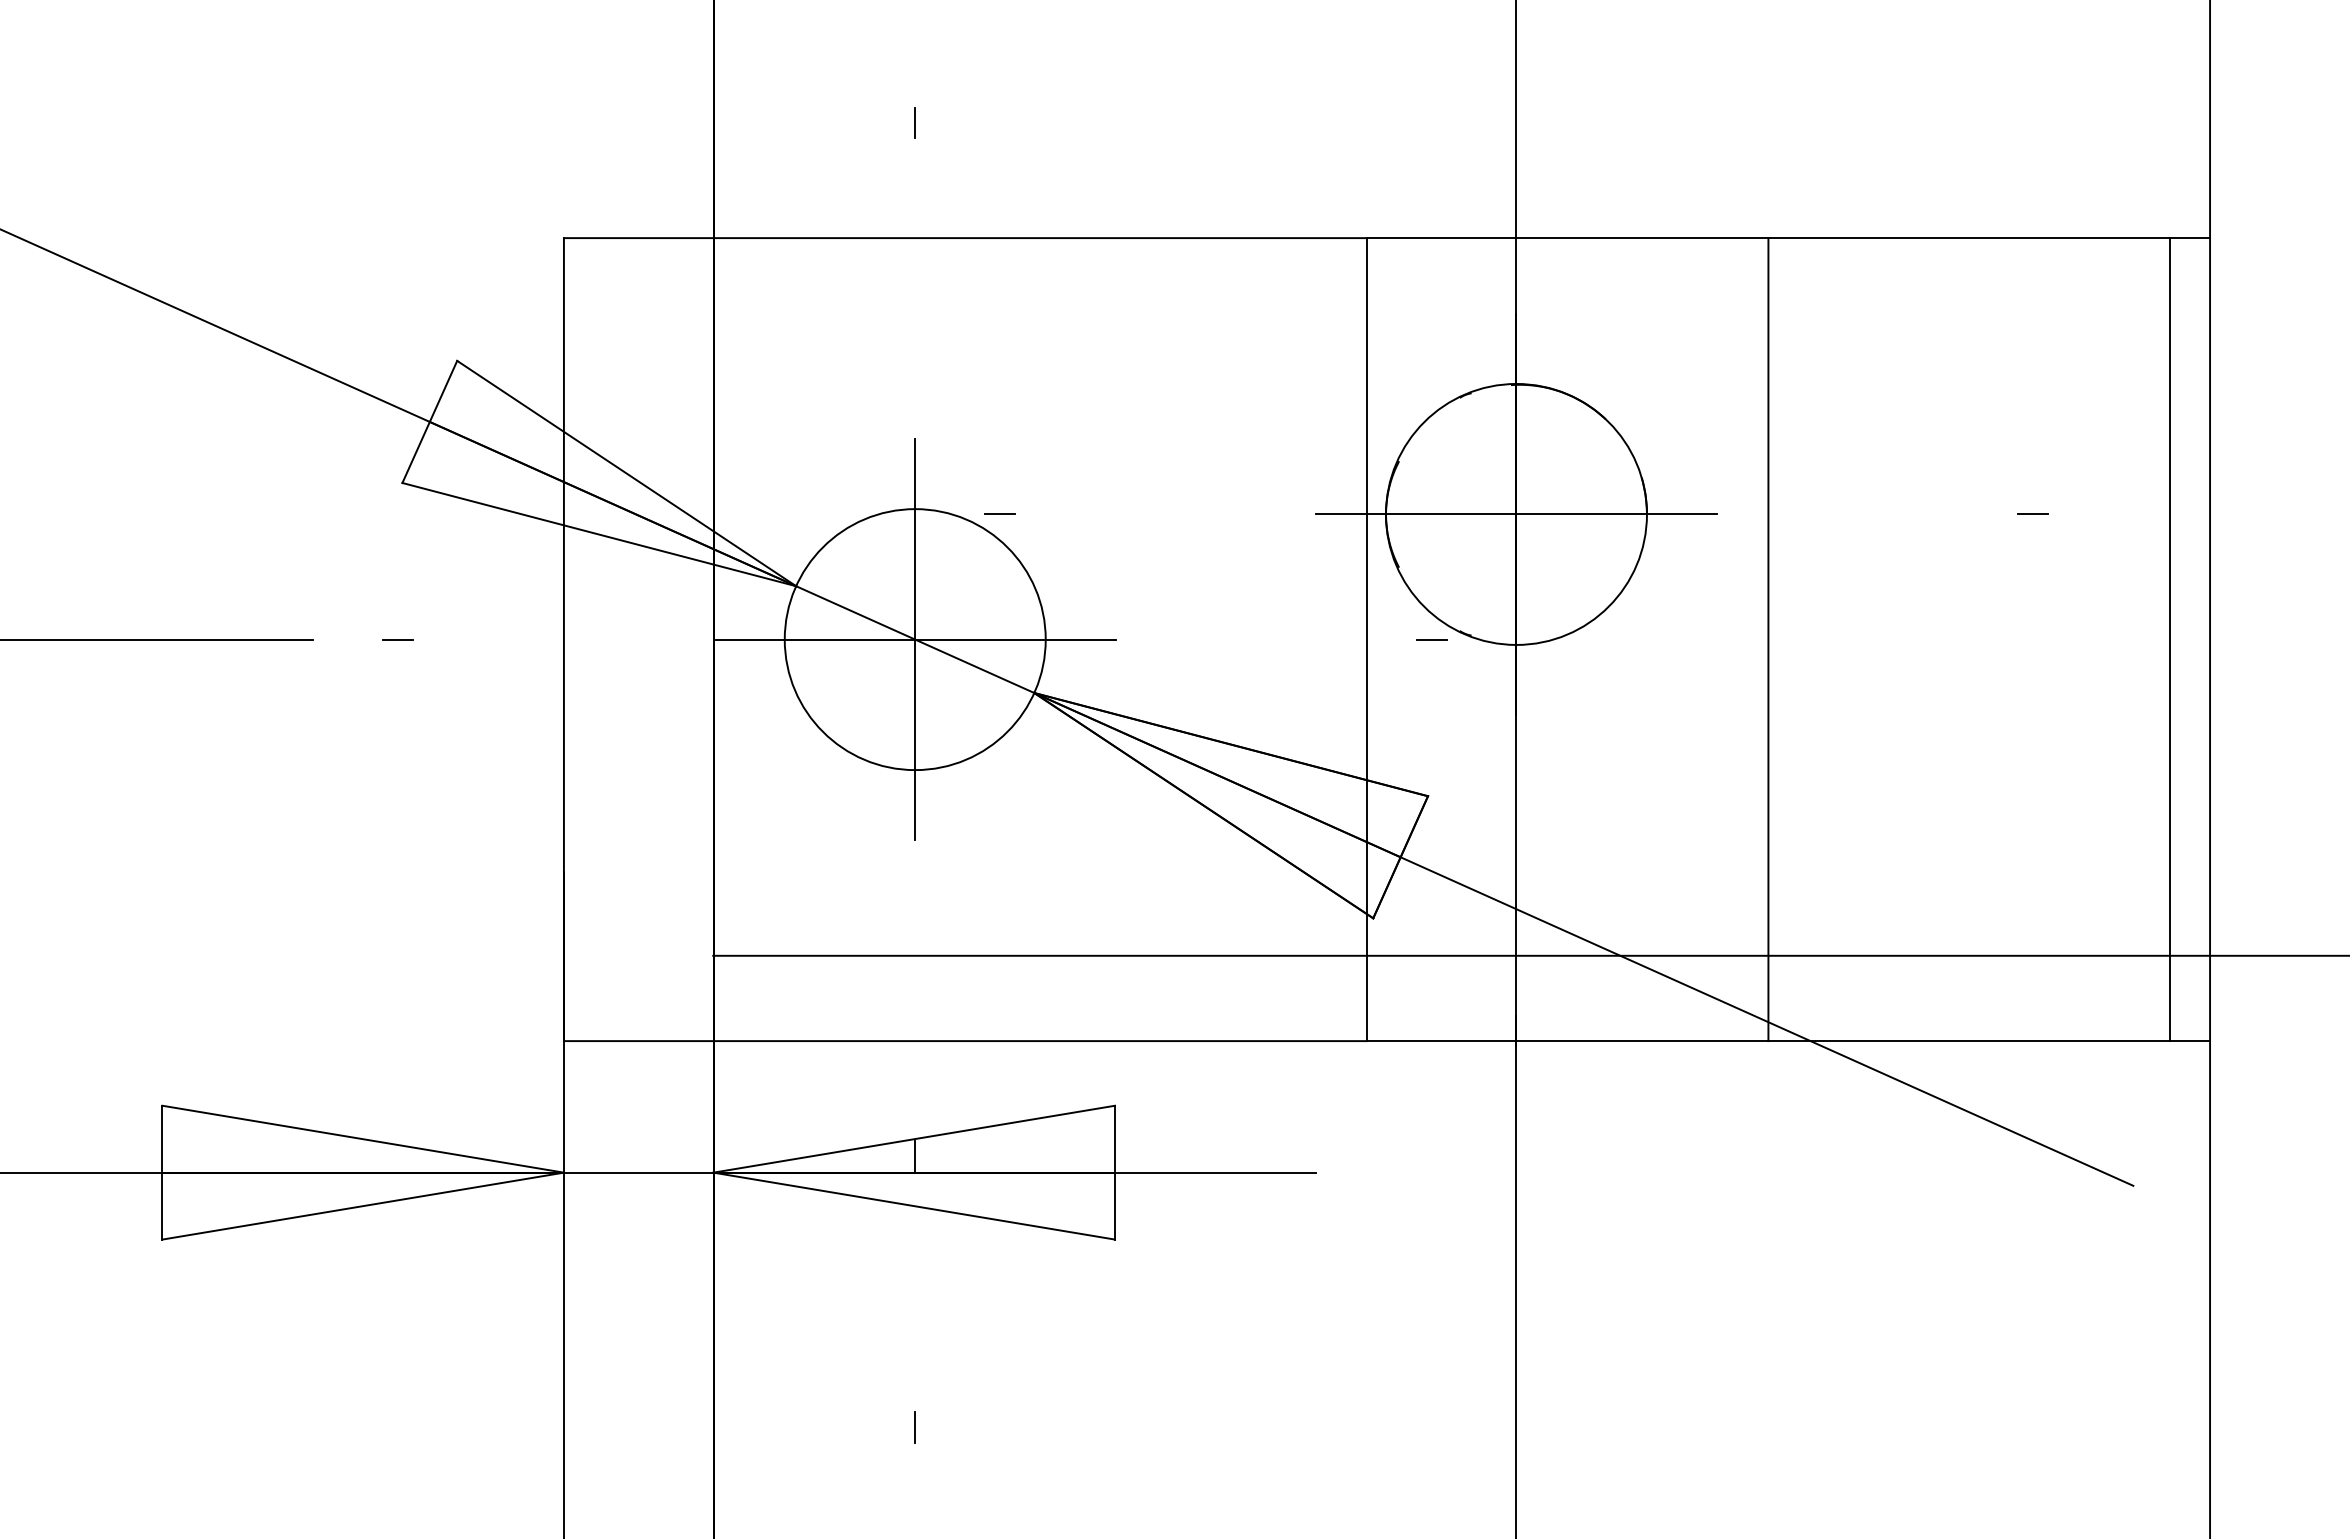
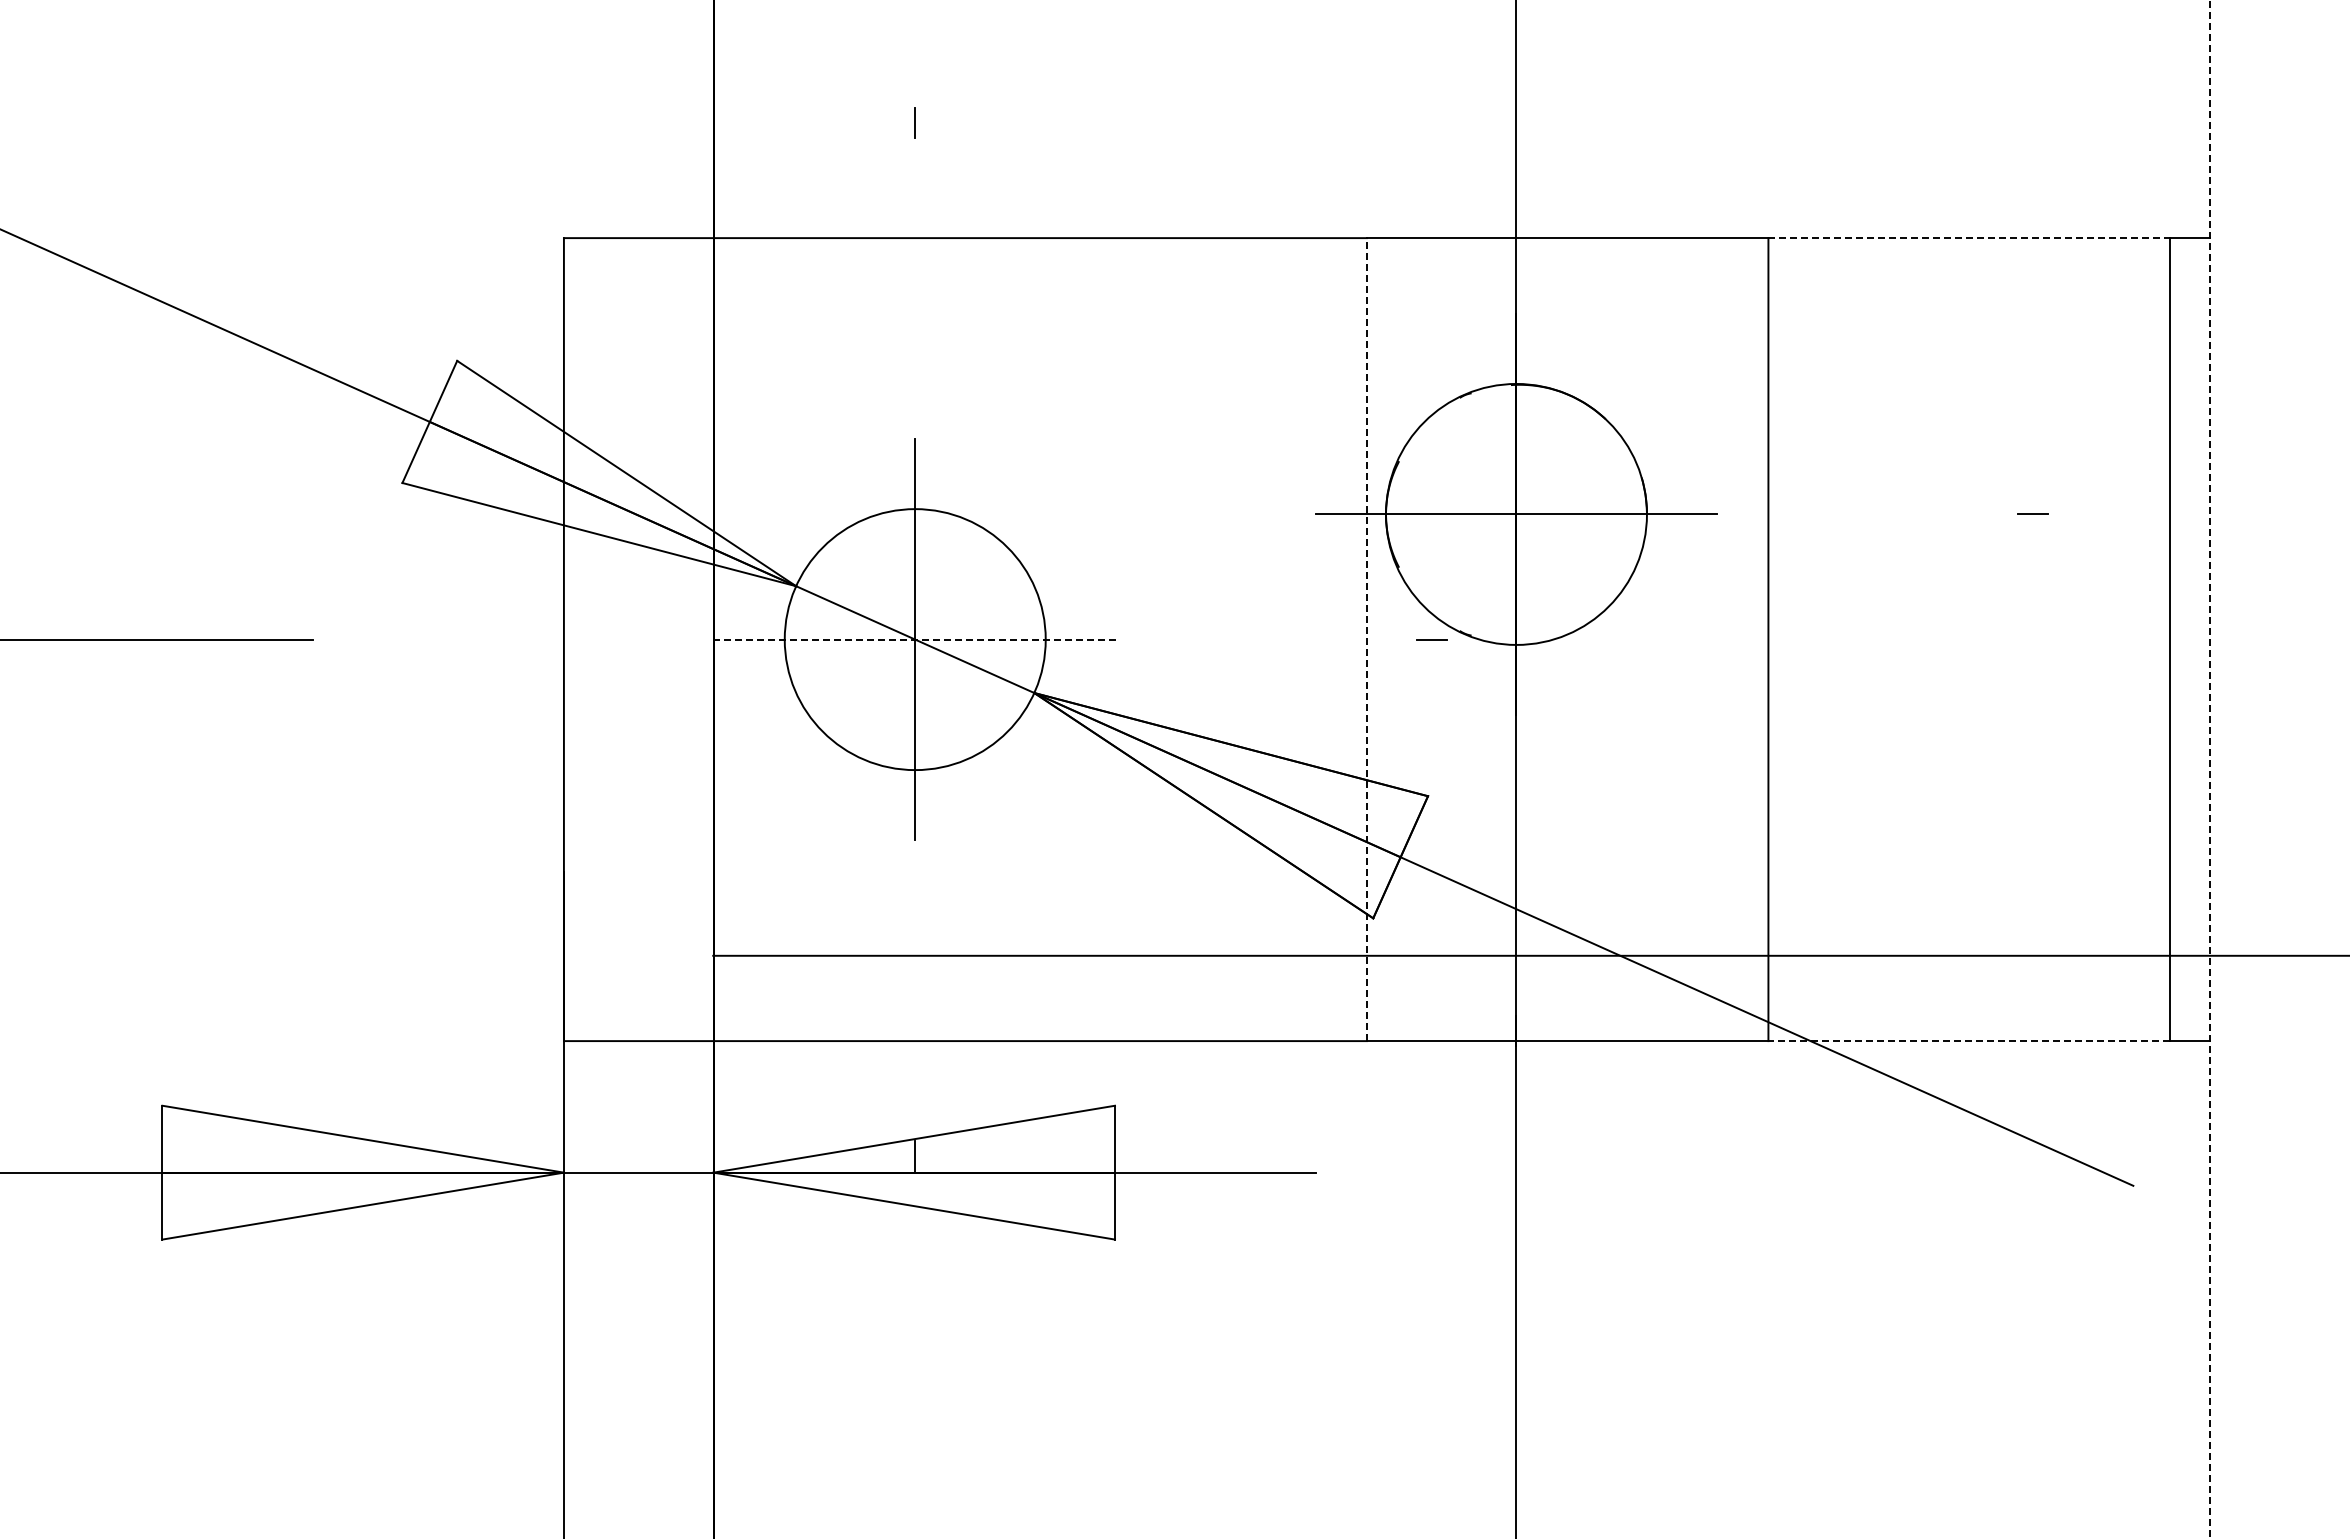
line at (1969, 238): solid -> dashed
line at (999, 513): present -> none
line at (398, 639): present -> none
line at (915, 639): solid -> dashed
line at (1366, 639): solid -> dashed
line at (2210, 769): solid -> dashed
line at (1969, 1041): solid -> dashed
line at (915, 1427): present -> none
